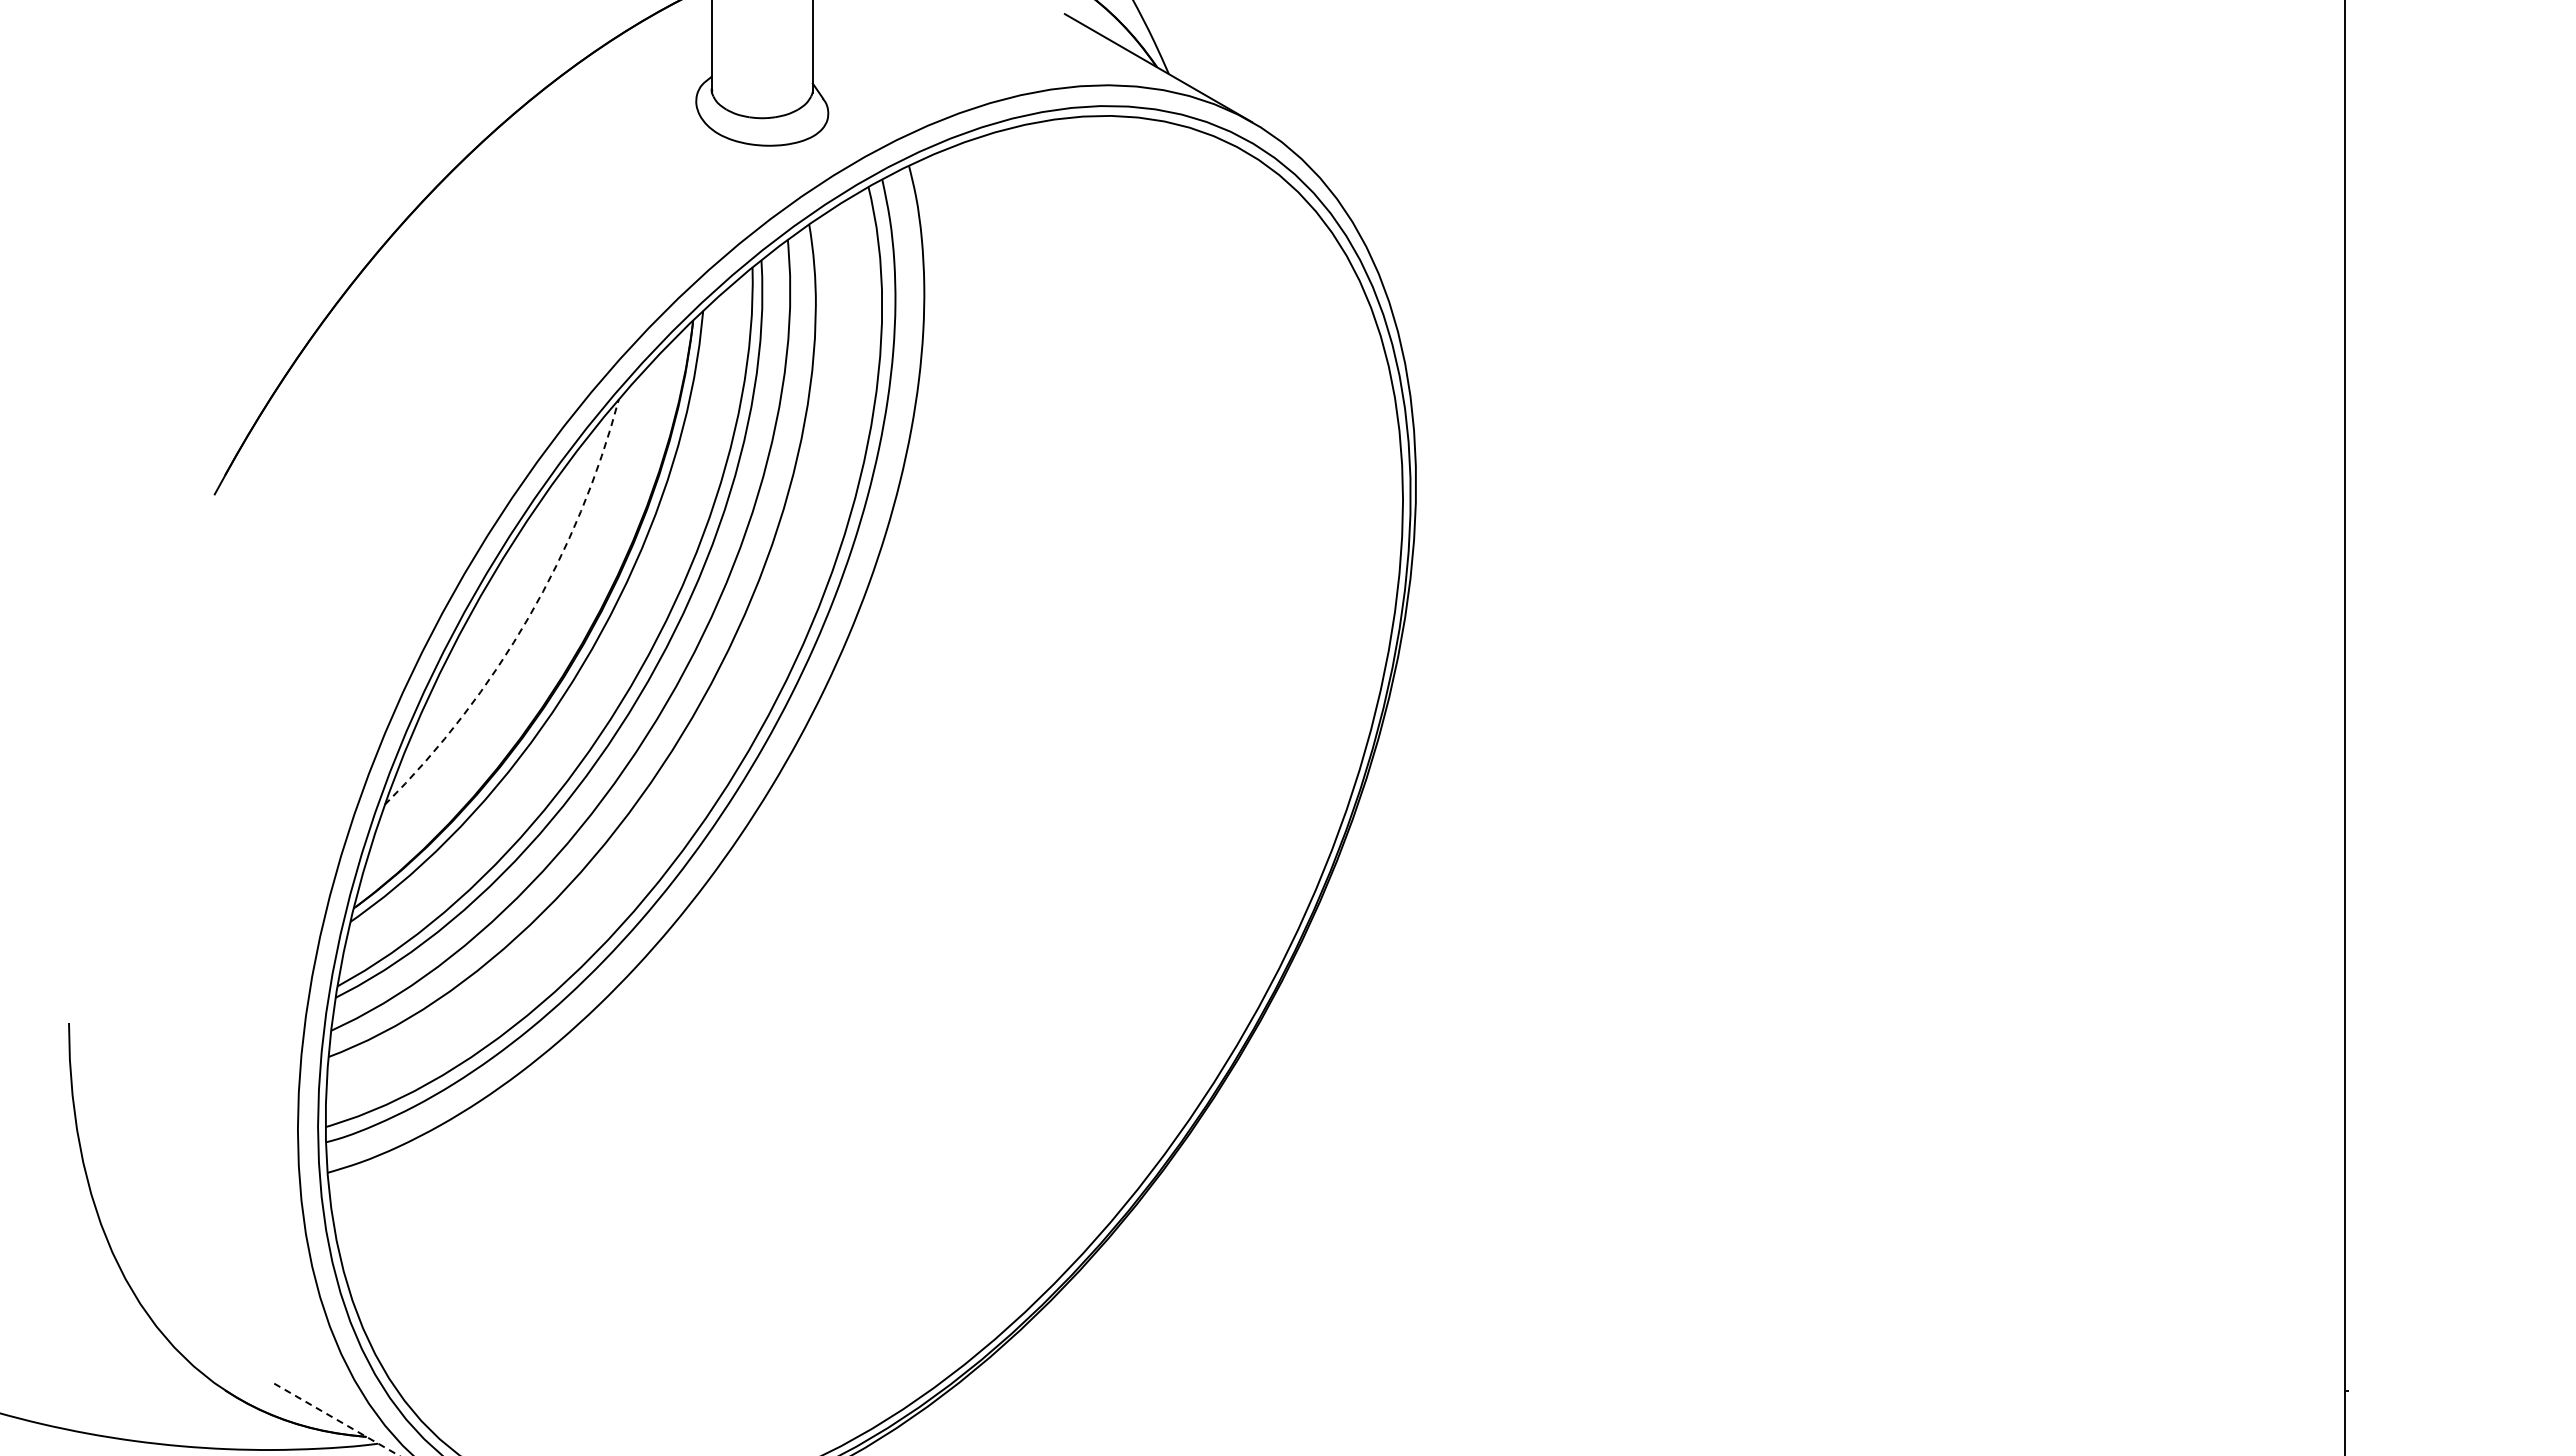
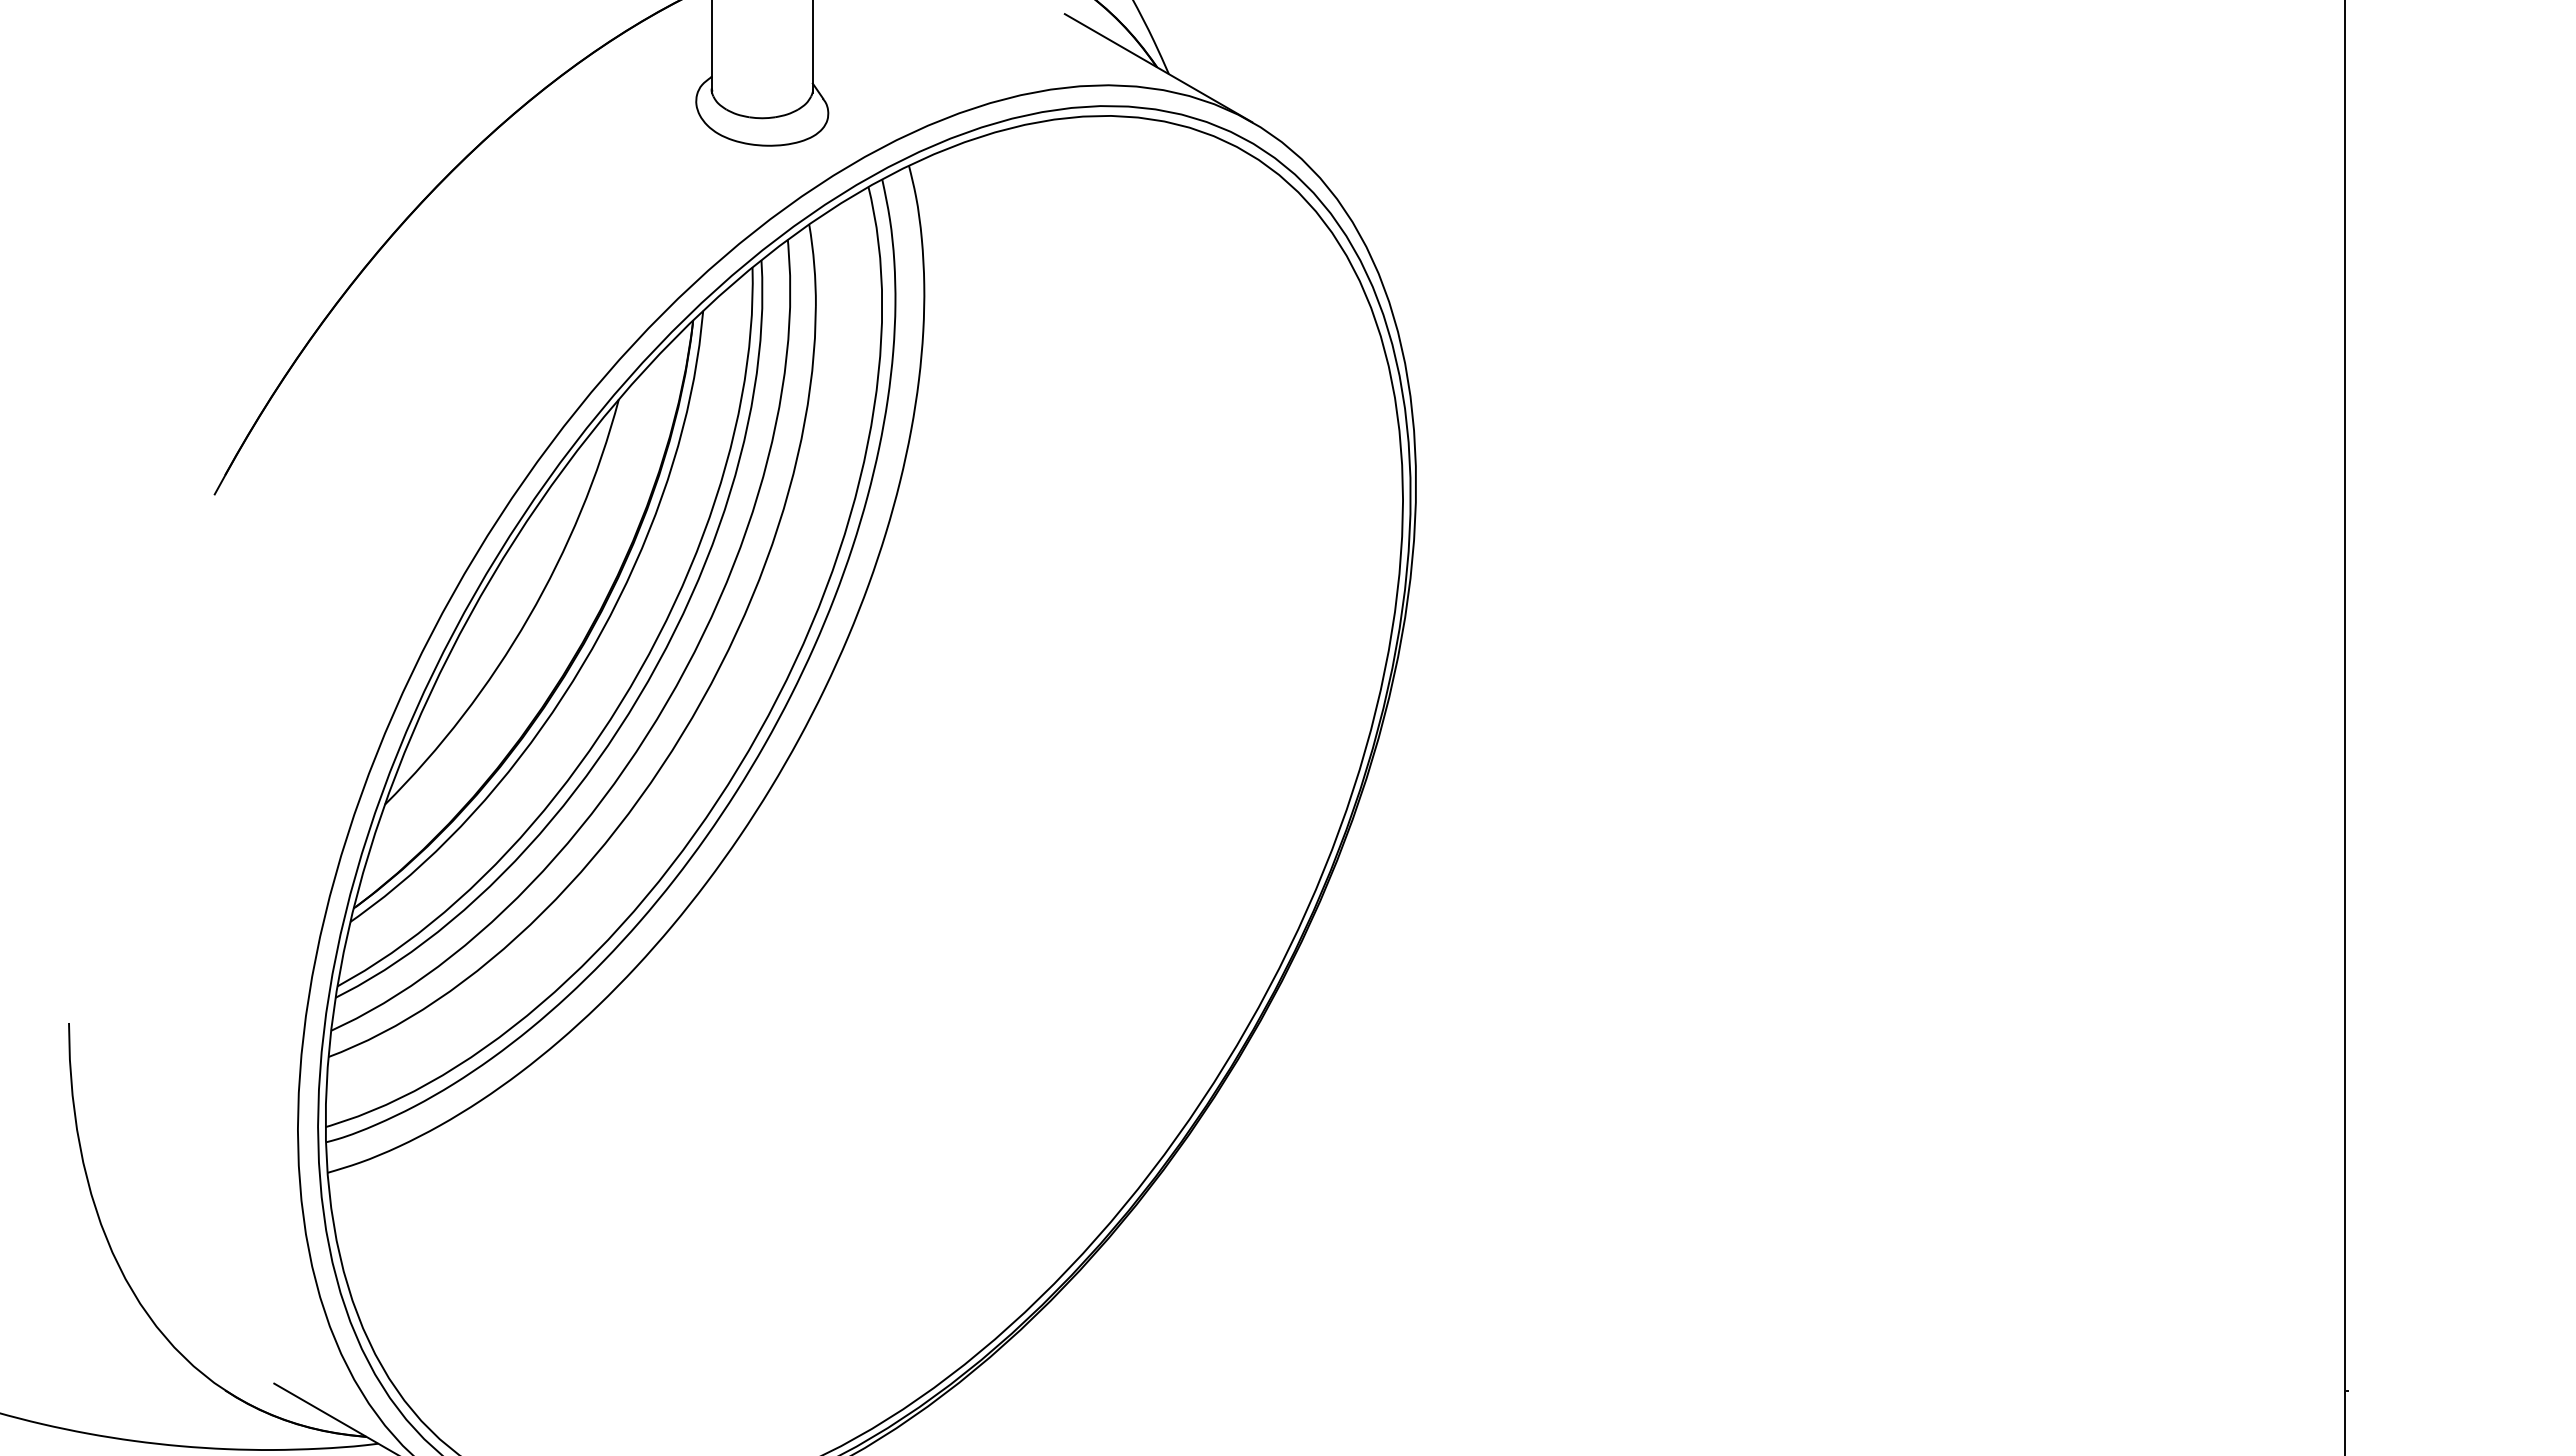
arc at (528, 617): dashed -> solid
line at (337, 1420): dashed -> solid
